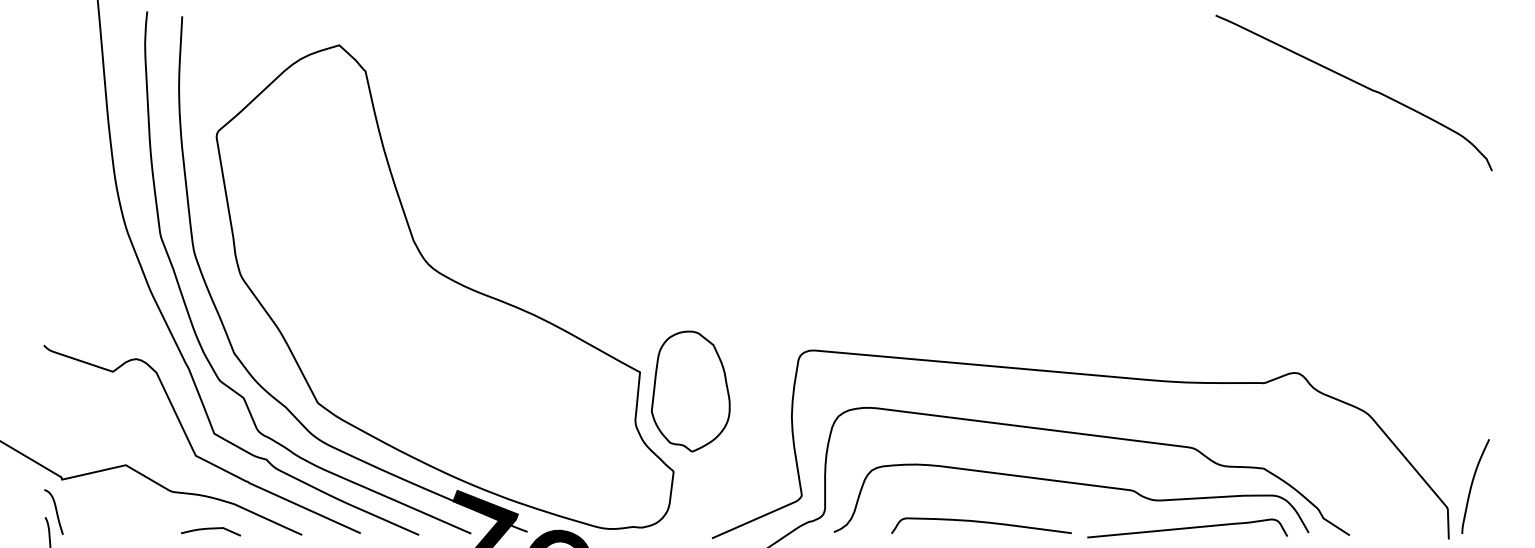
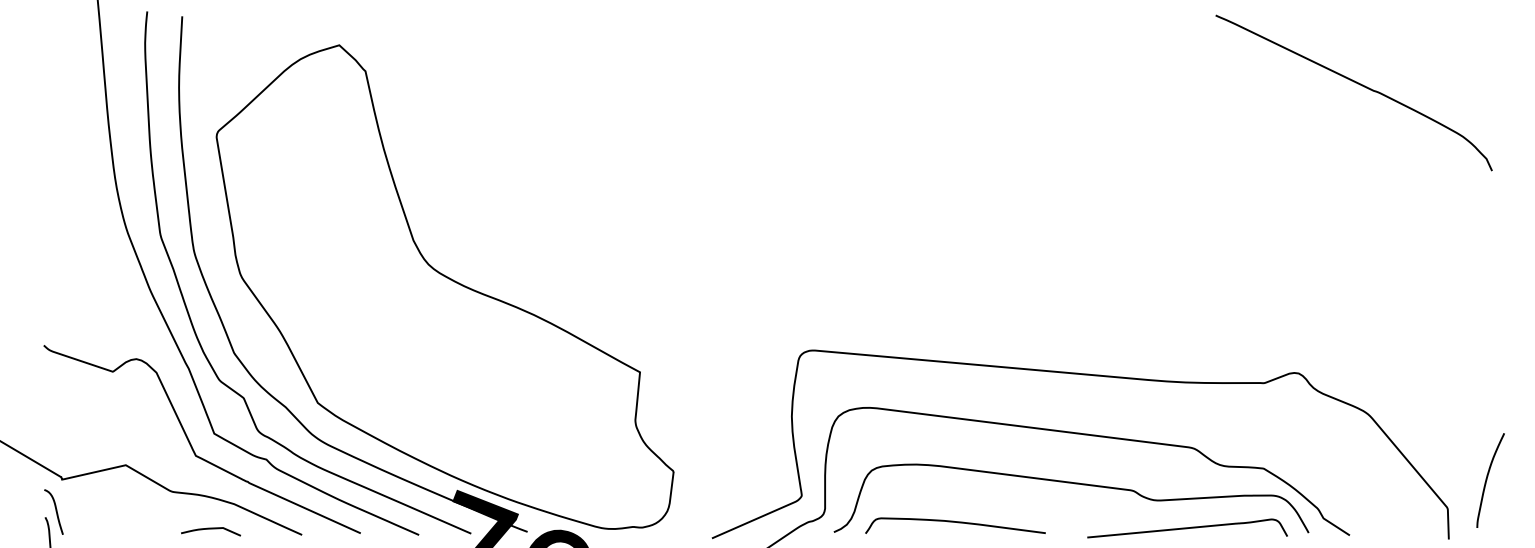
part at (690, 391): present -> none
curve at (1472, 486) position: (1472, 486) -> (1487, 480)
curve at (983, 523) position: (983, 523) -> (957, 523)
